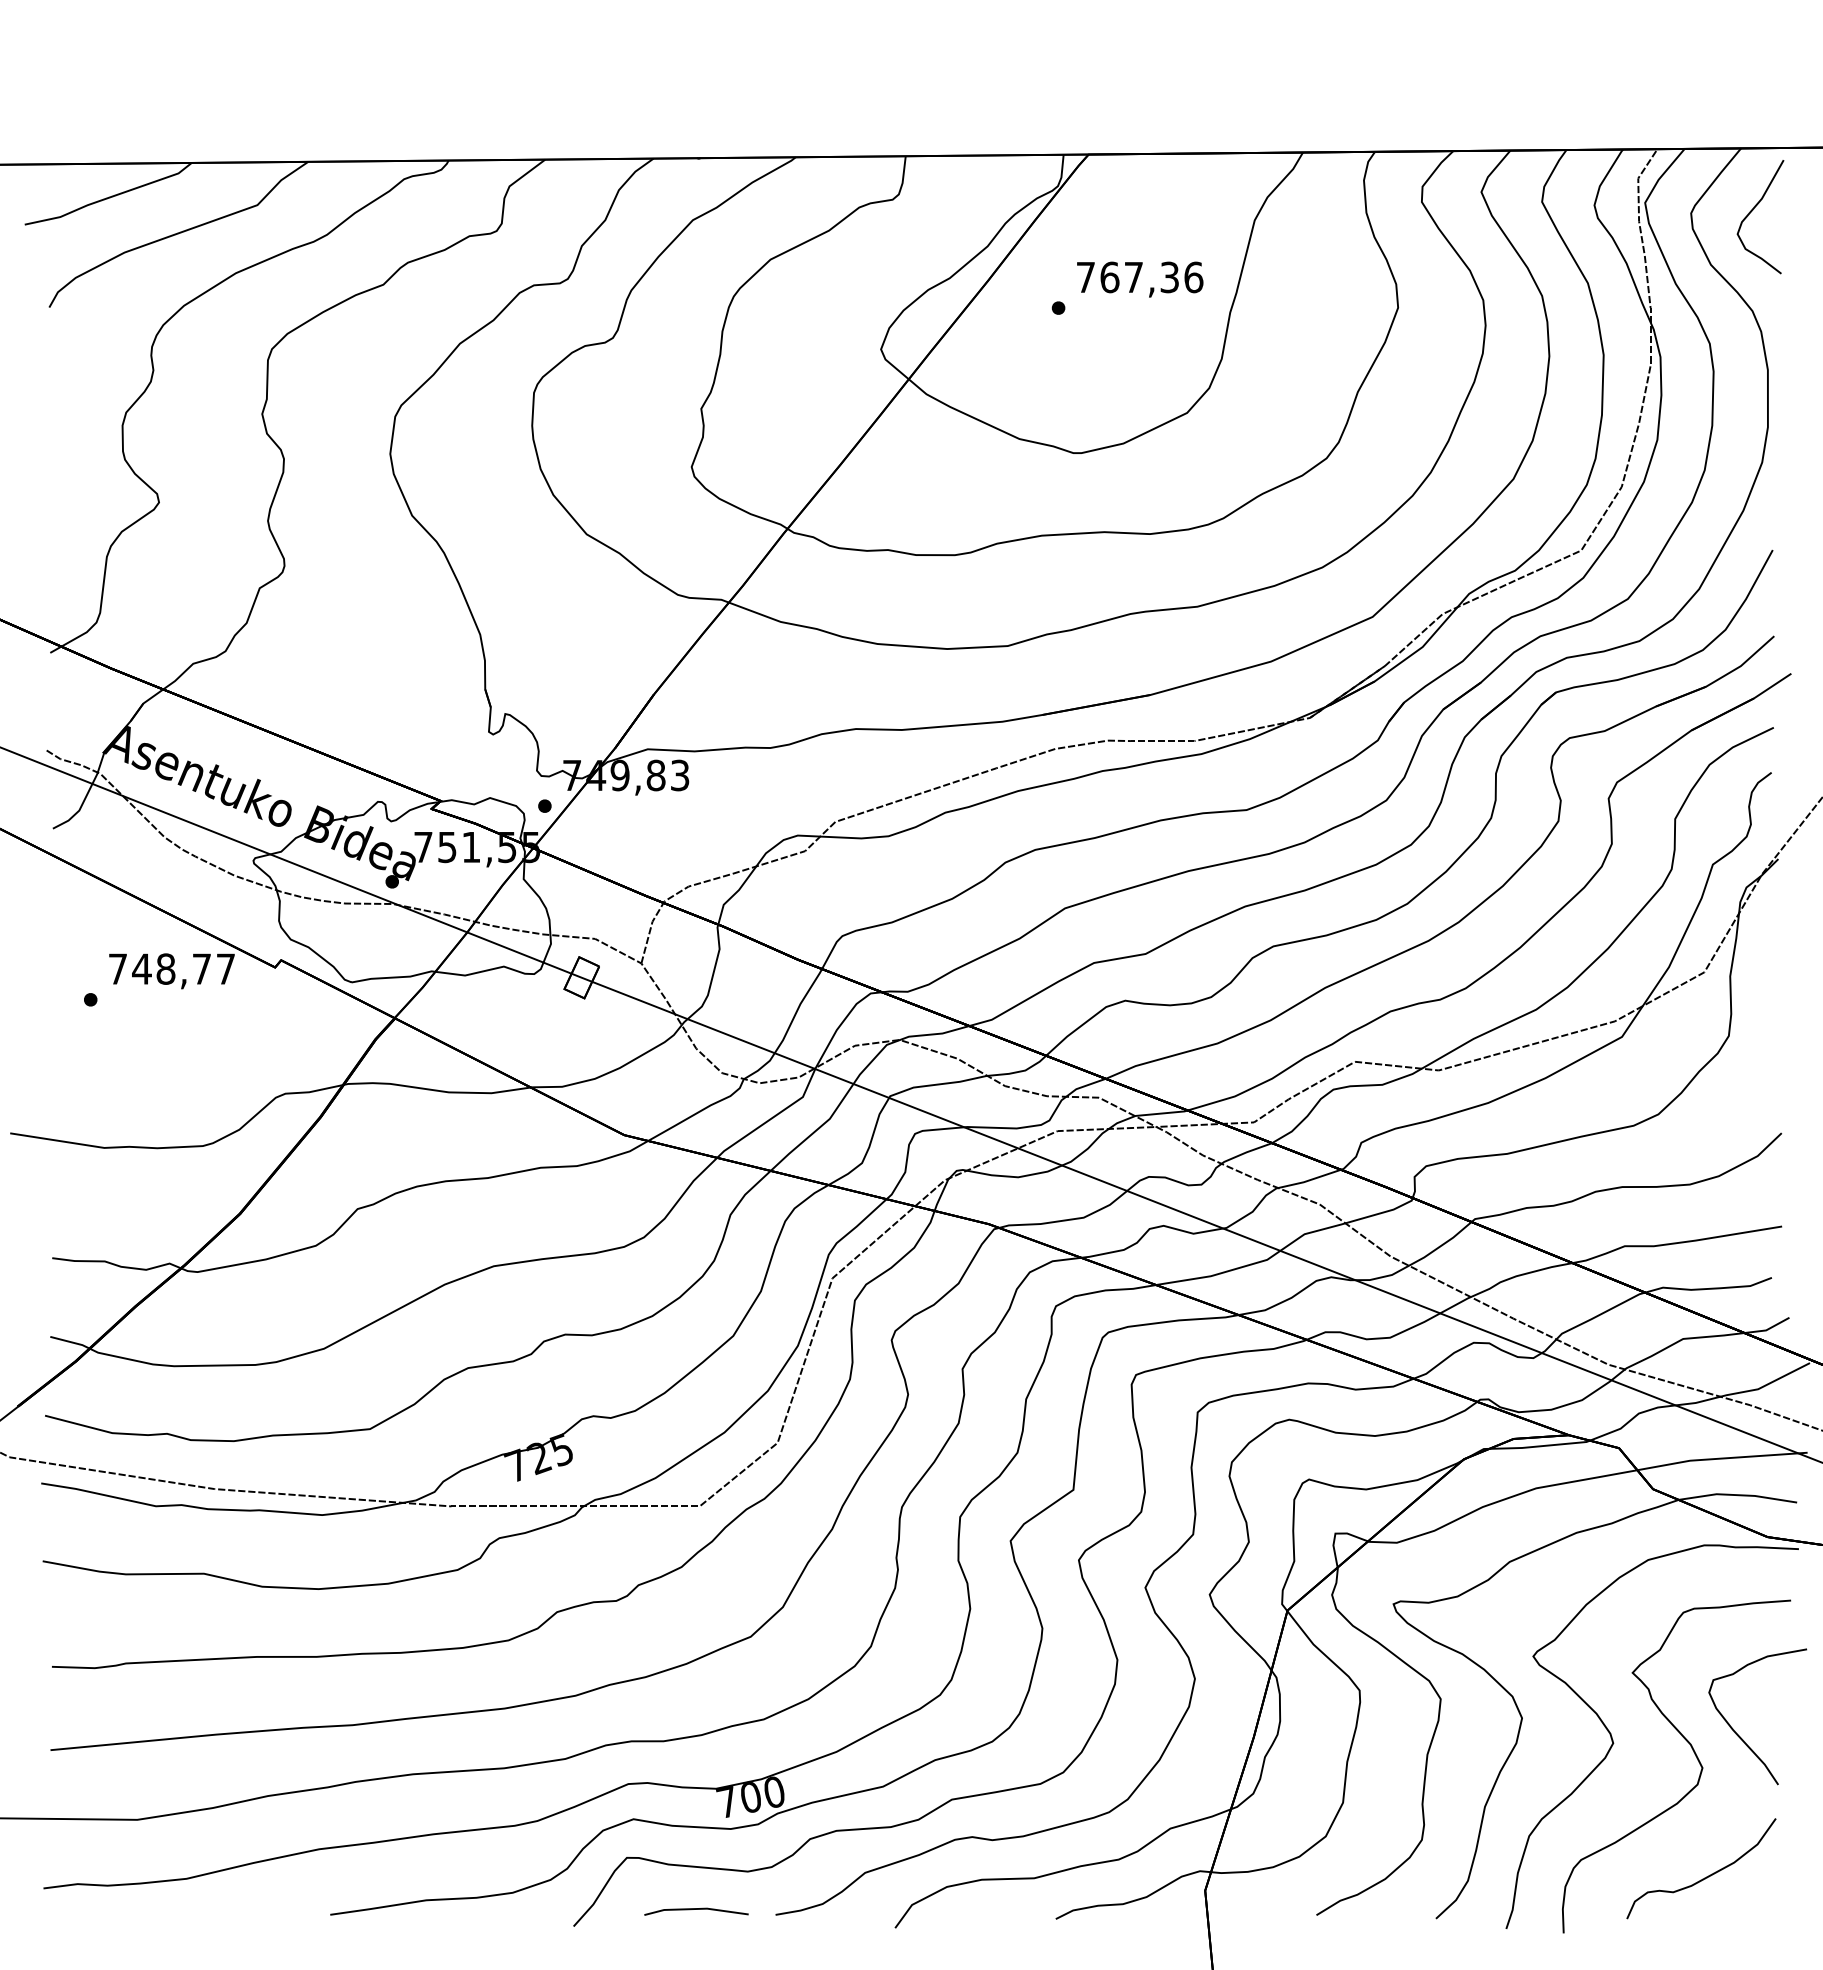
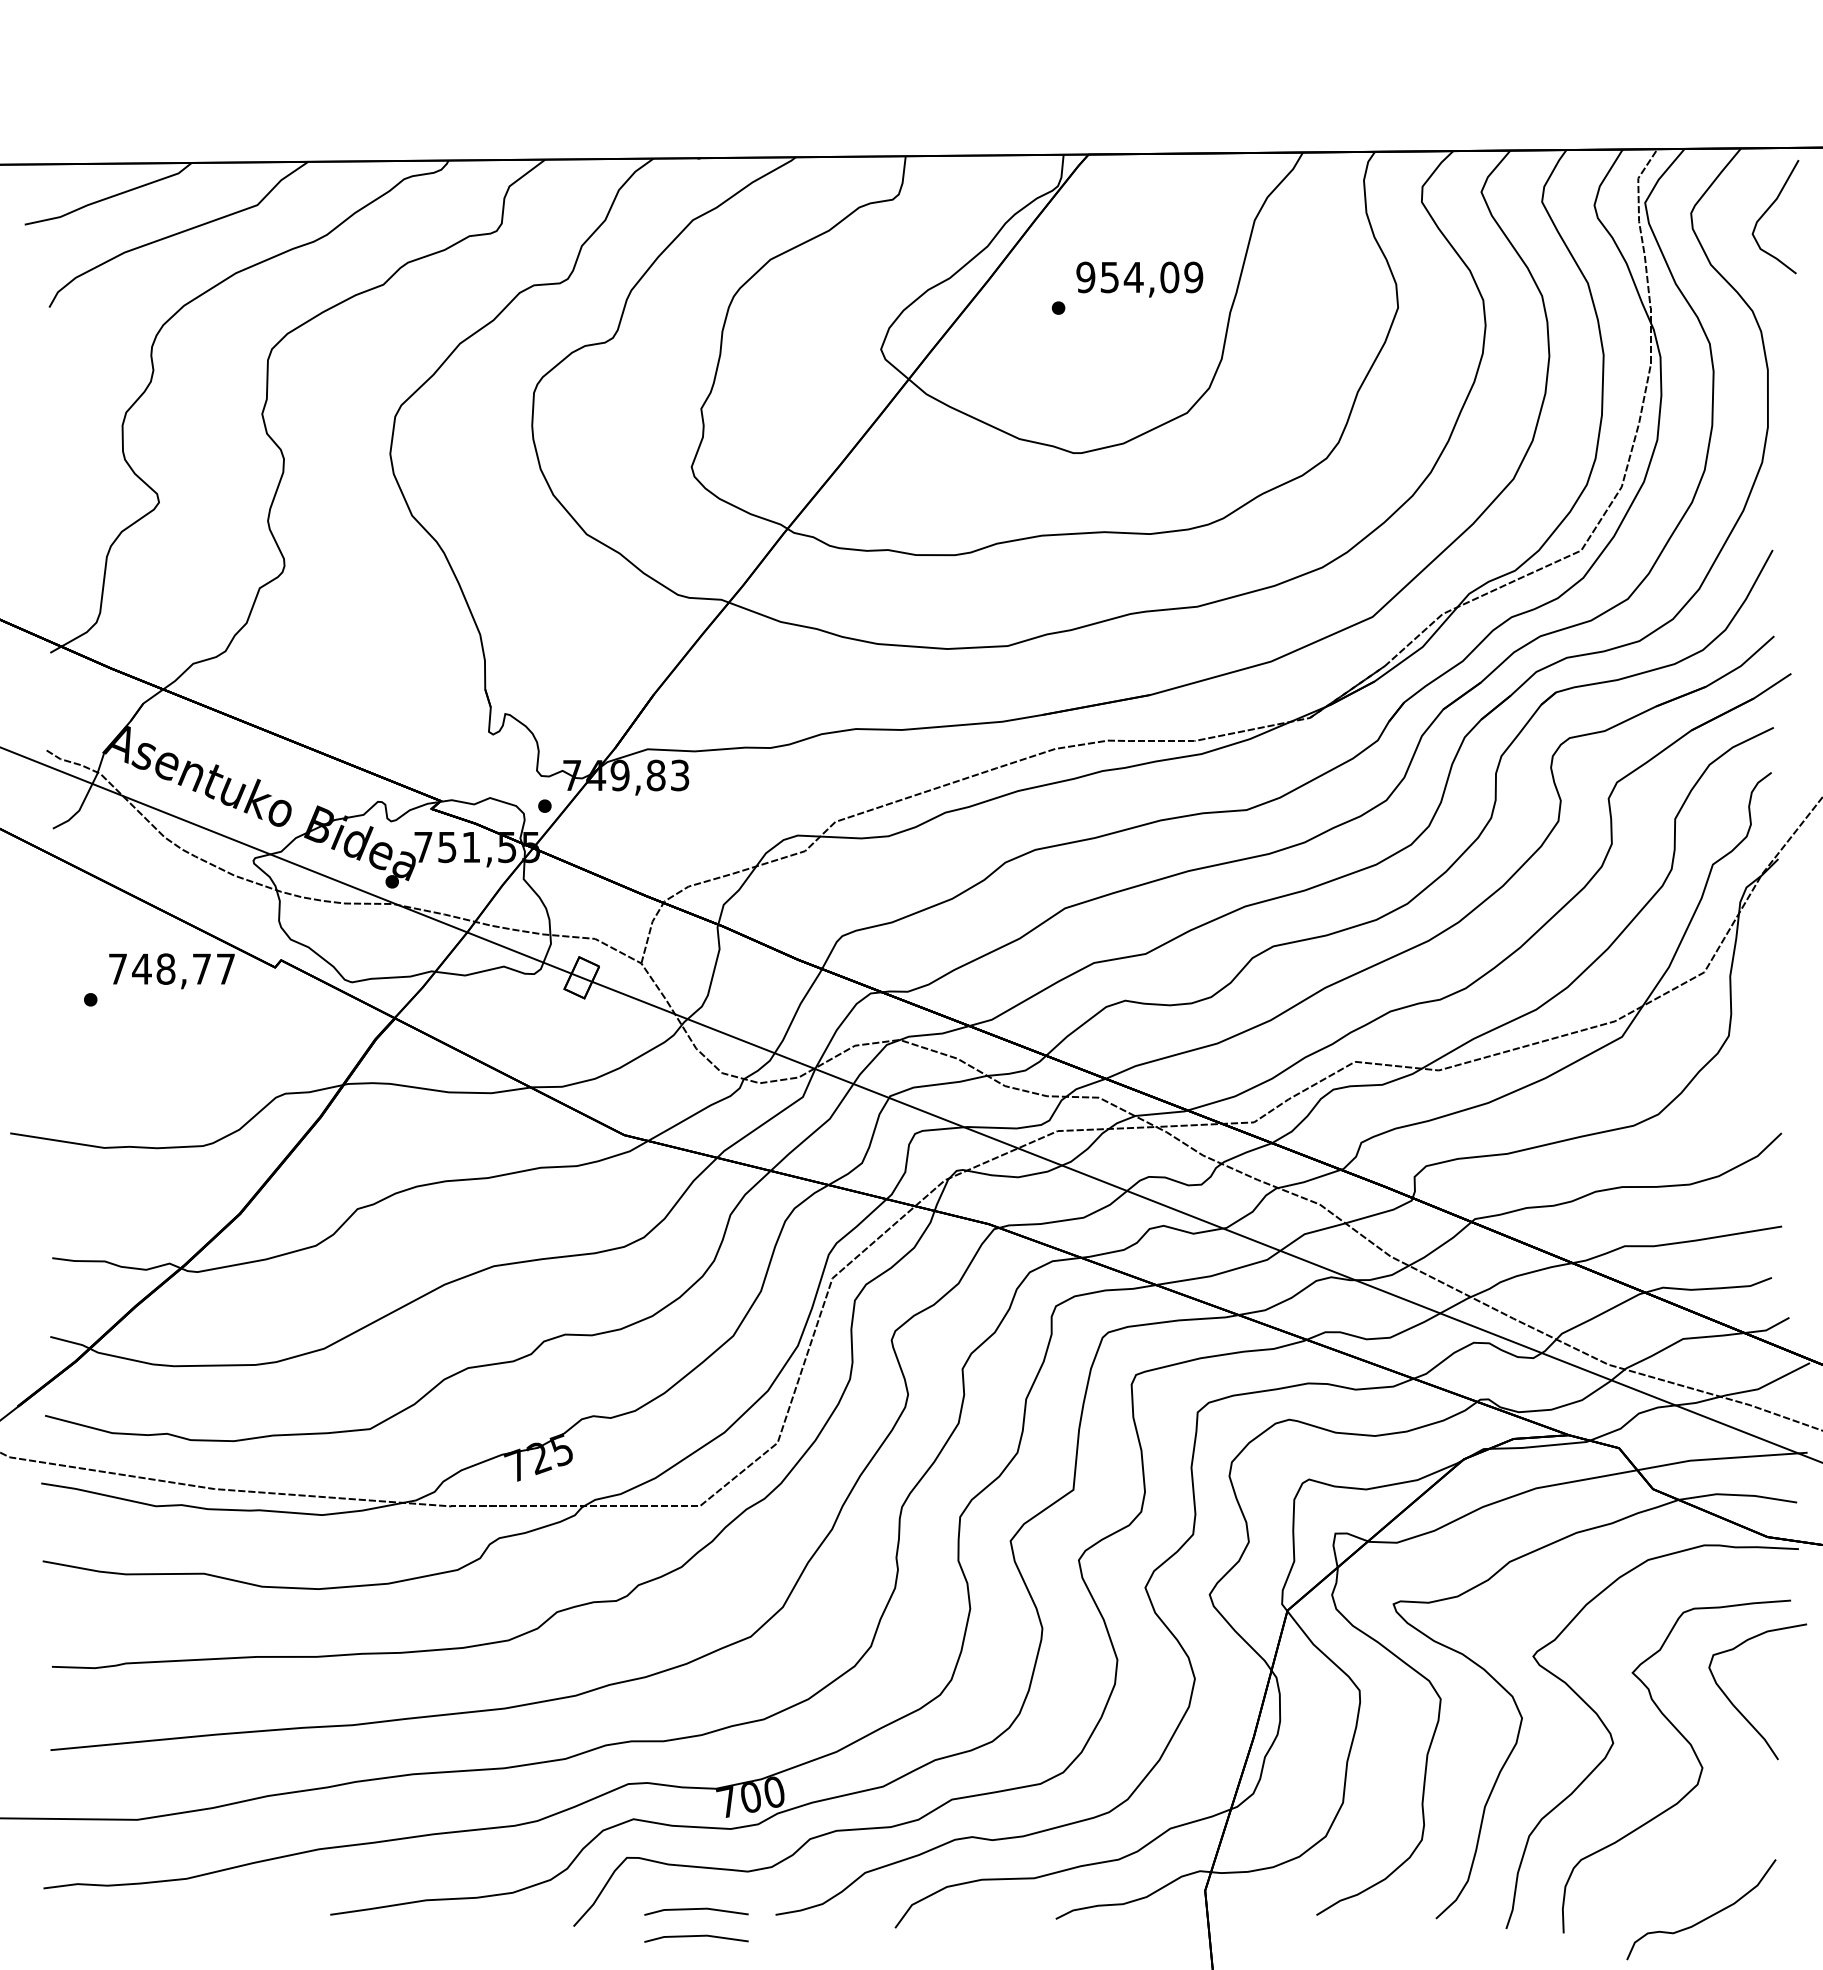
curve at (1753, 210) position: (1753, 210) -> (1768, 210)
text at (1139, 277): 767,36 -> 954,09
curve at (1738, 1734) position: (1738, 1734) -> (1738, 1709)
curve at (1706, 1876) position: (1706, 1876) -> (1706, 1917)
line at (696, 1936): none -> present
